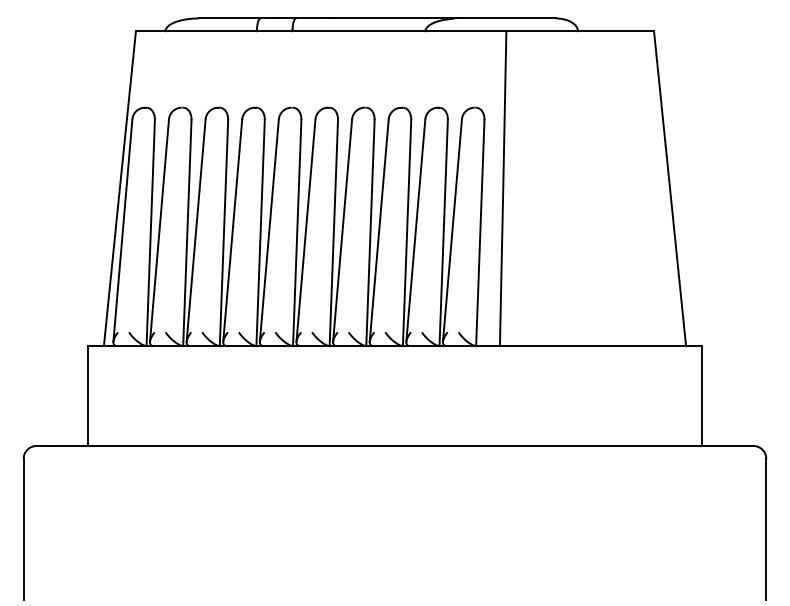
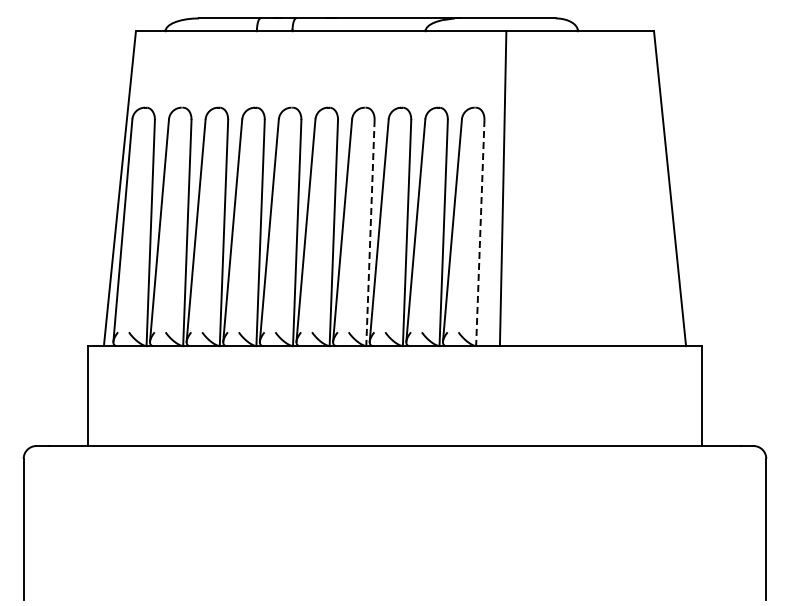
line at (370, 233): solid -> dashed
line at (480, 233): solid -> dashed
